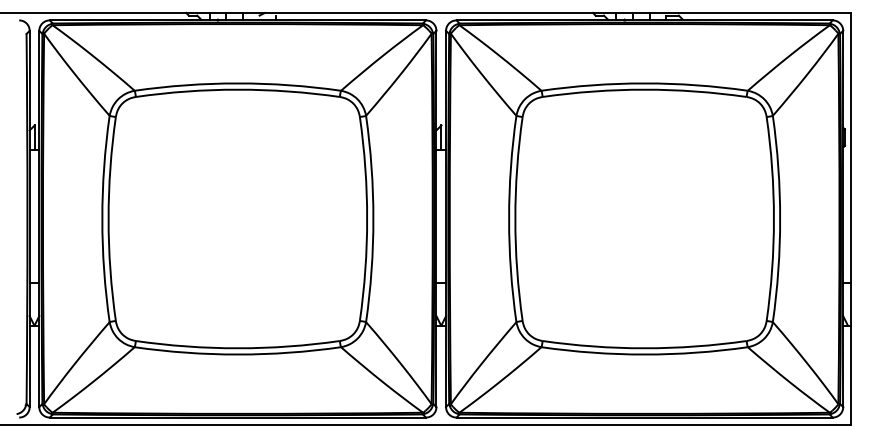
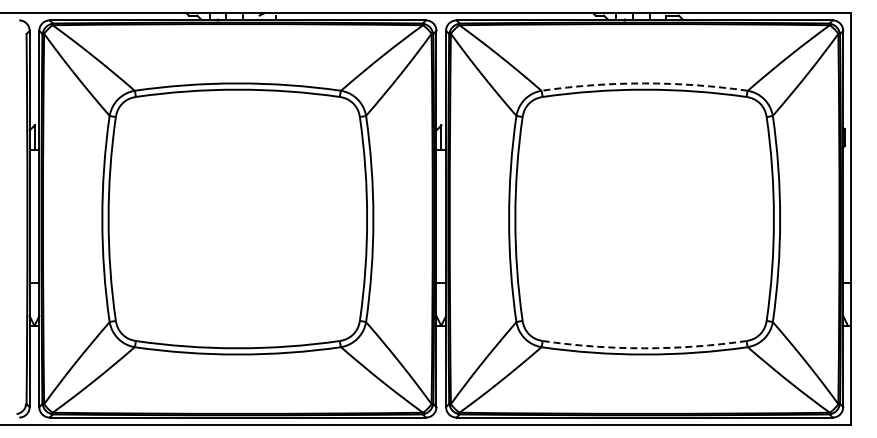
arc at (644, 83): solid -> dashed
arc at (644, 348): solid -> dashed
